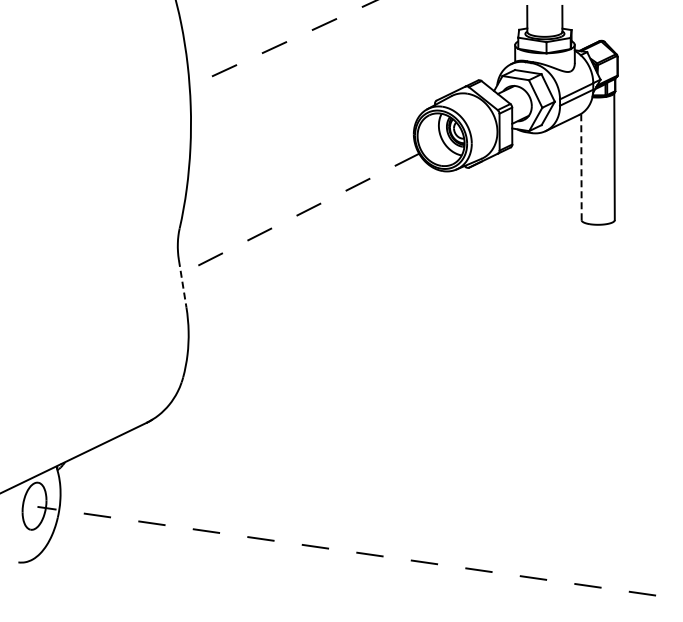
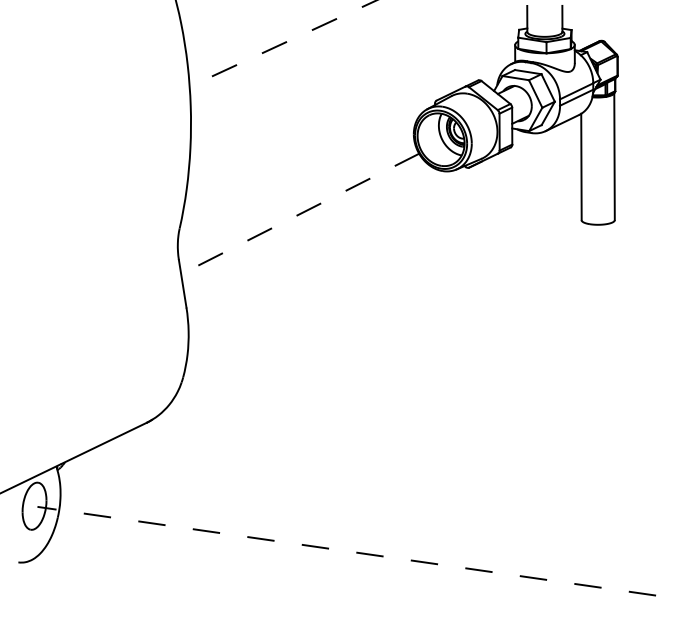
line at (581, 166): dashed -> solid
line at (182, 284): dashed -> solid
